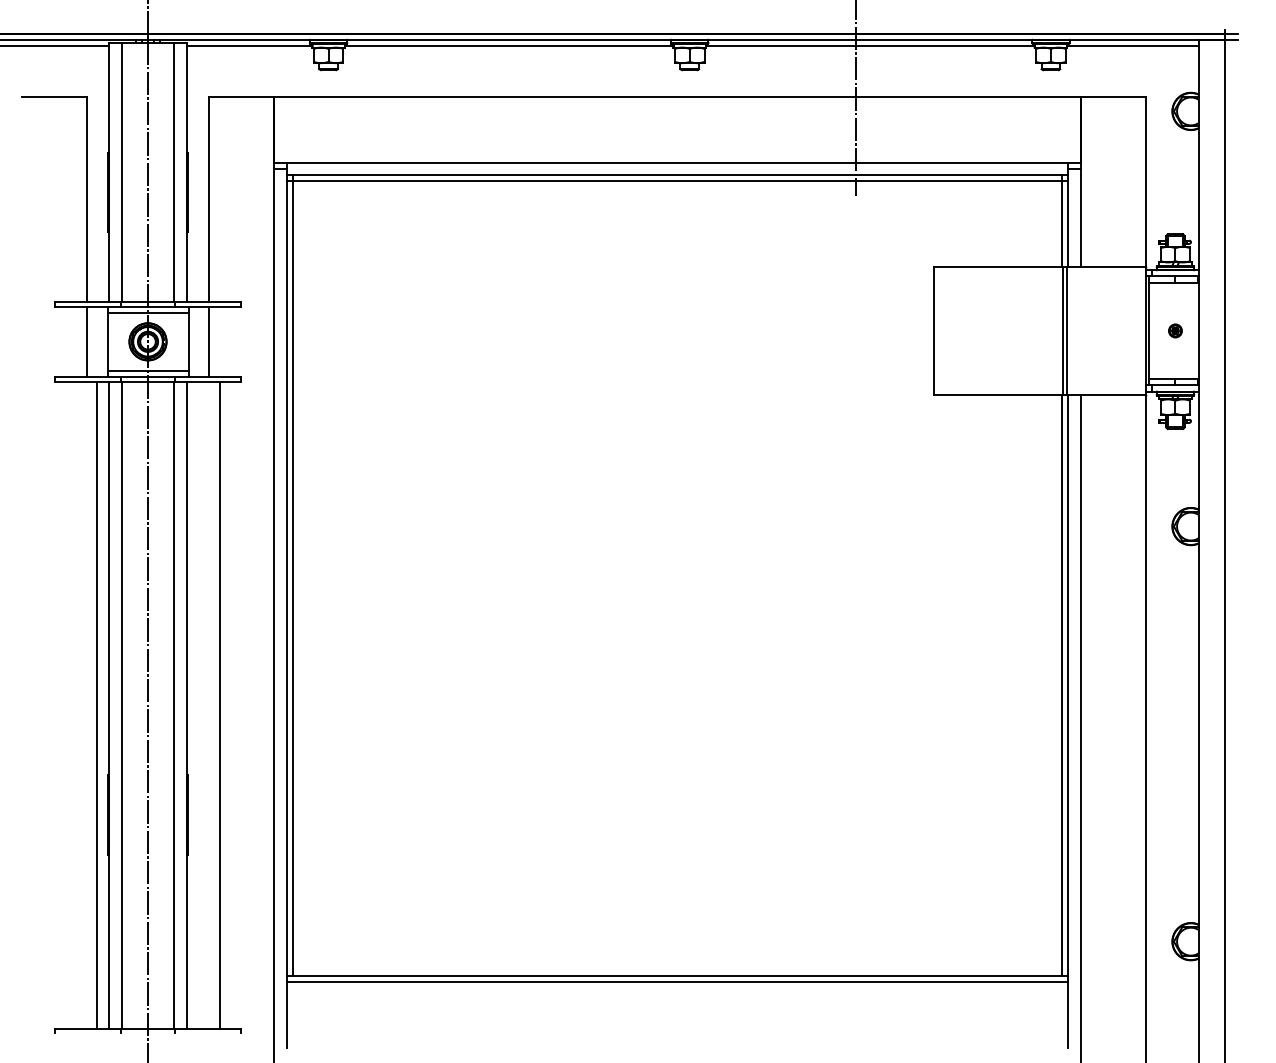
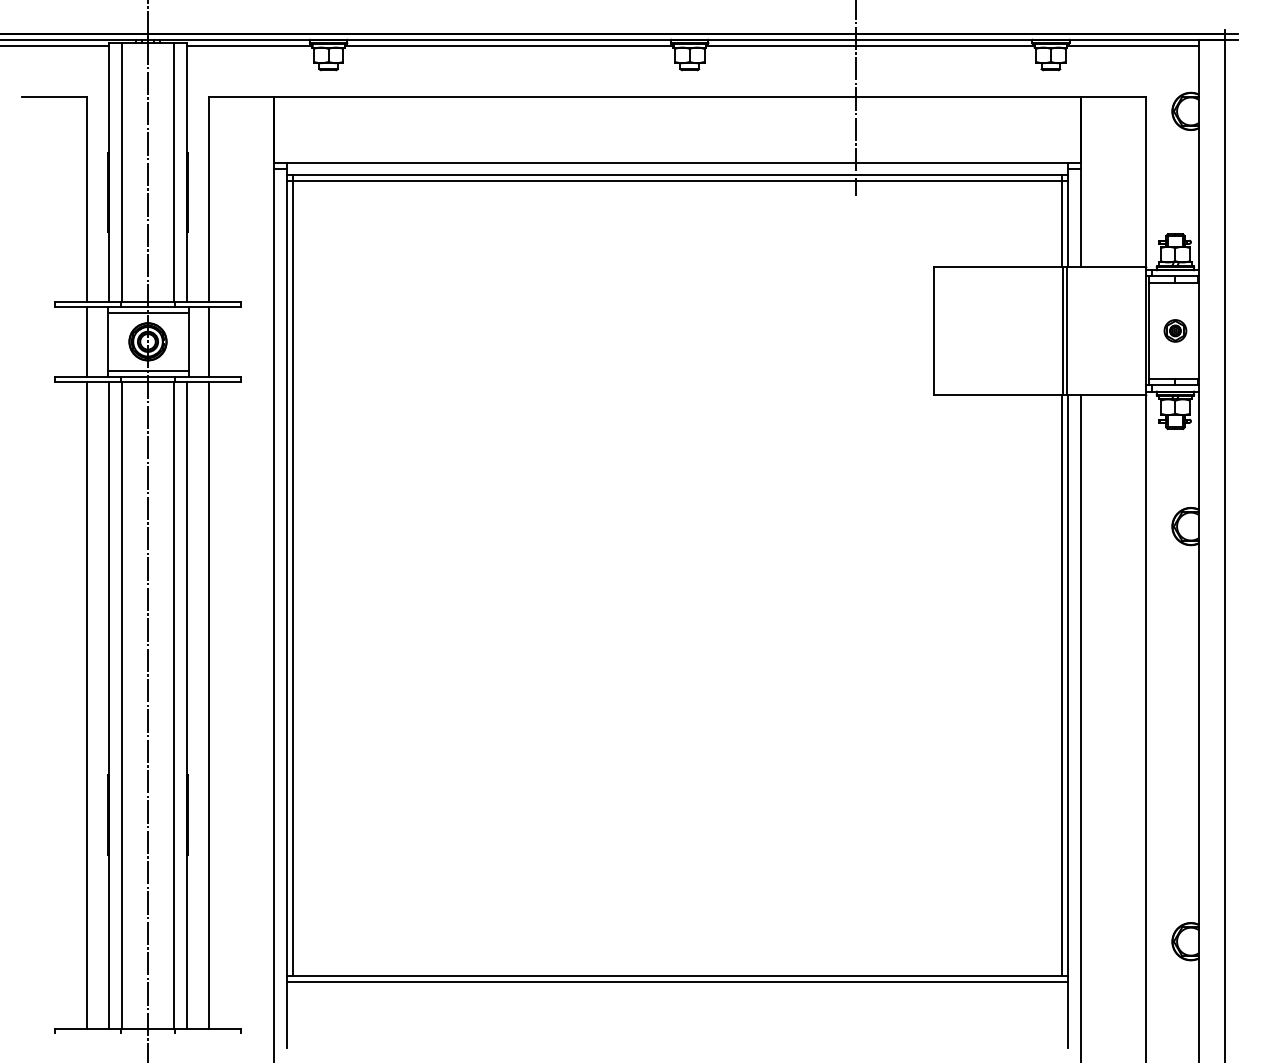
part at (1175, 330) size: 15x16 px -> 25x24 px
line at (97, 704) position: (97, 704) -> (87, 704)
line at (219, 704) position: (219, 704) -> (208, 704)
